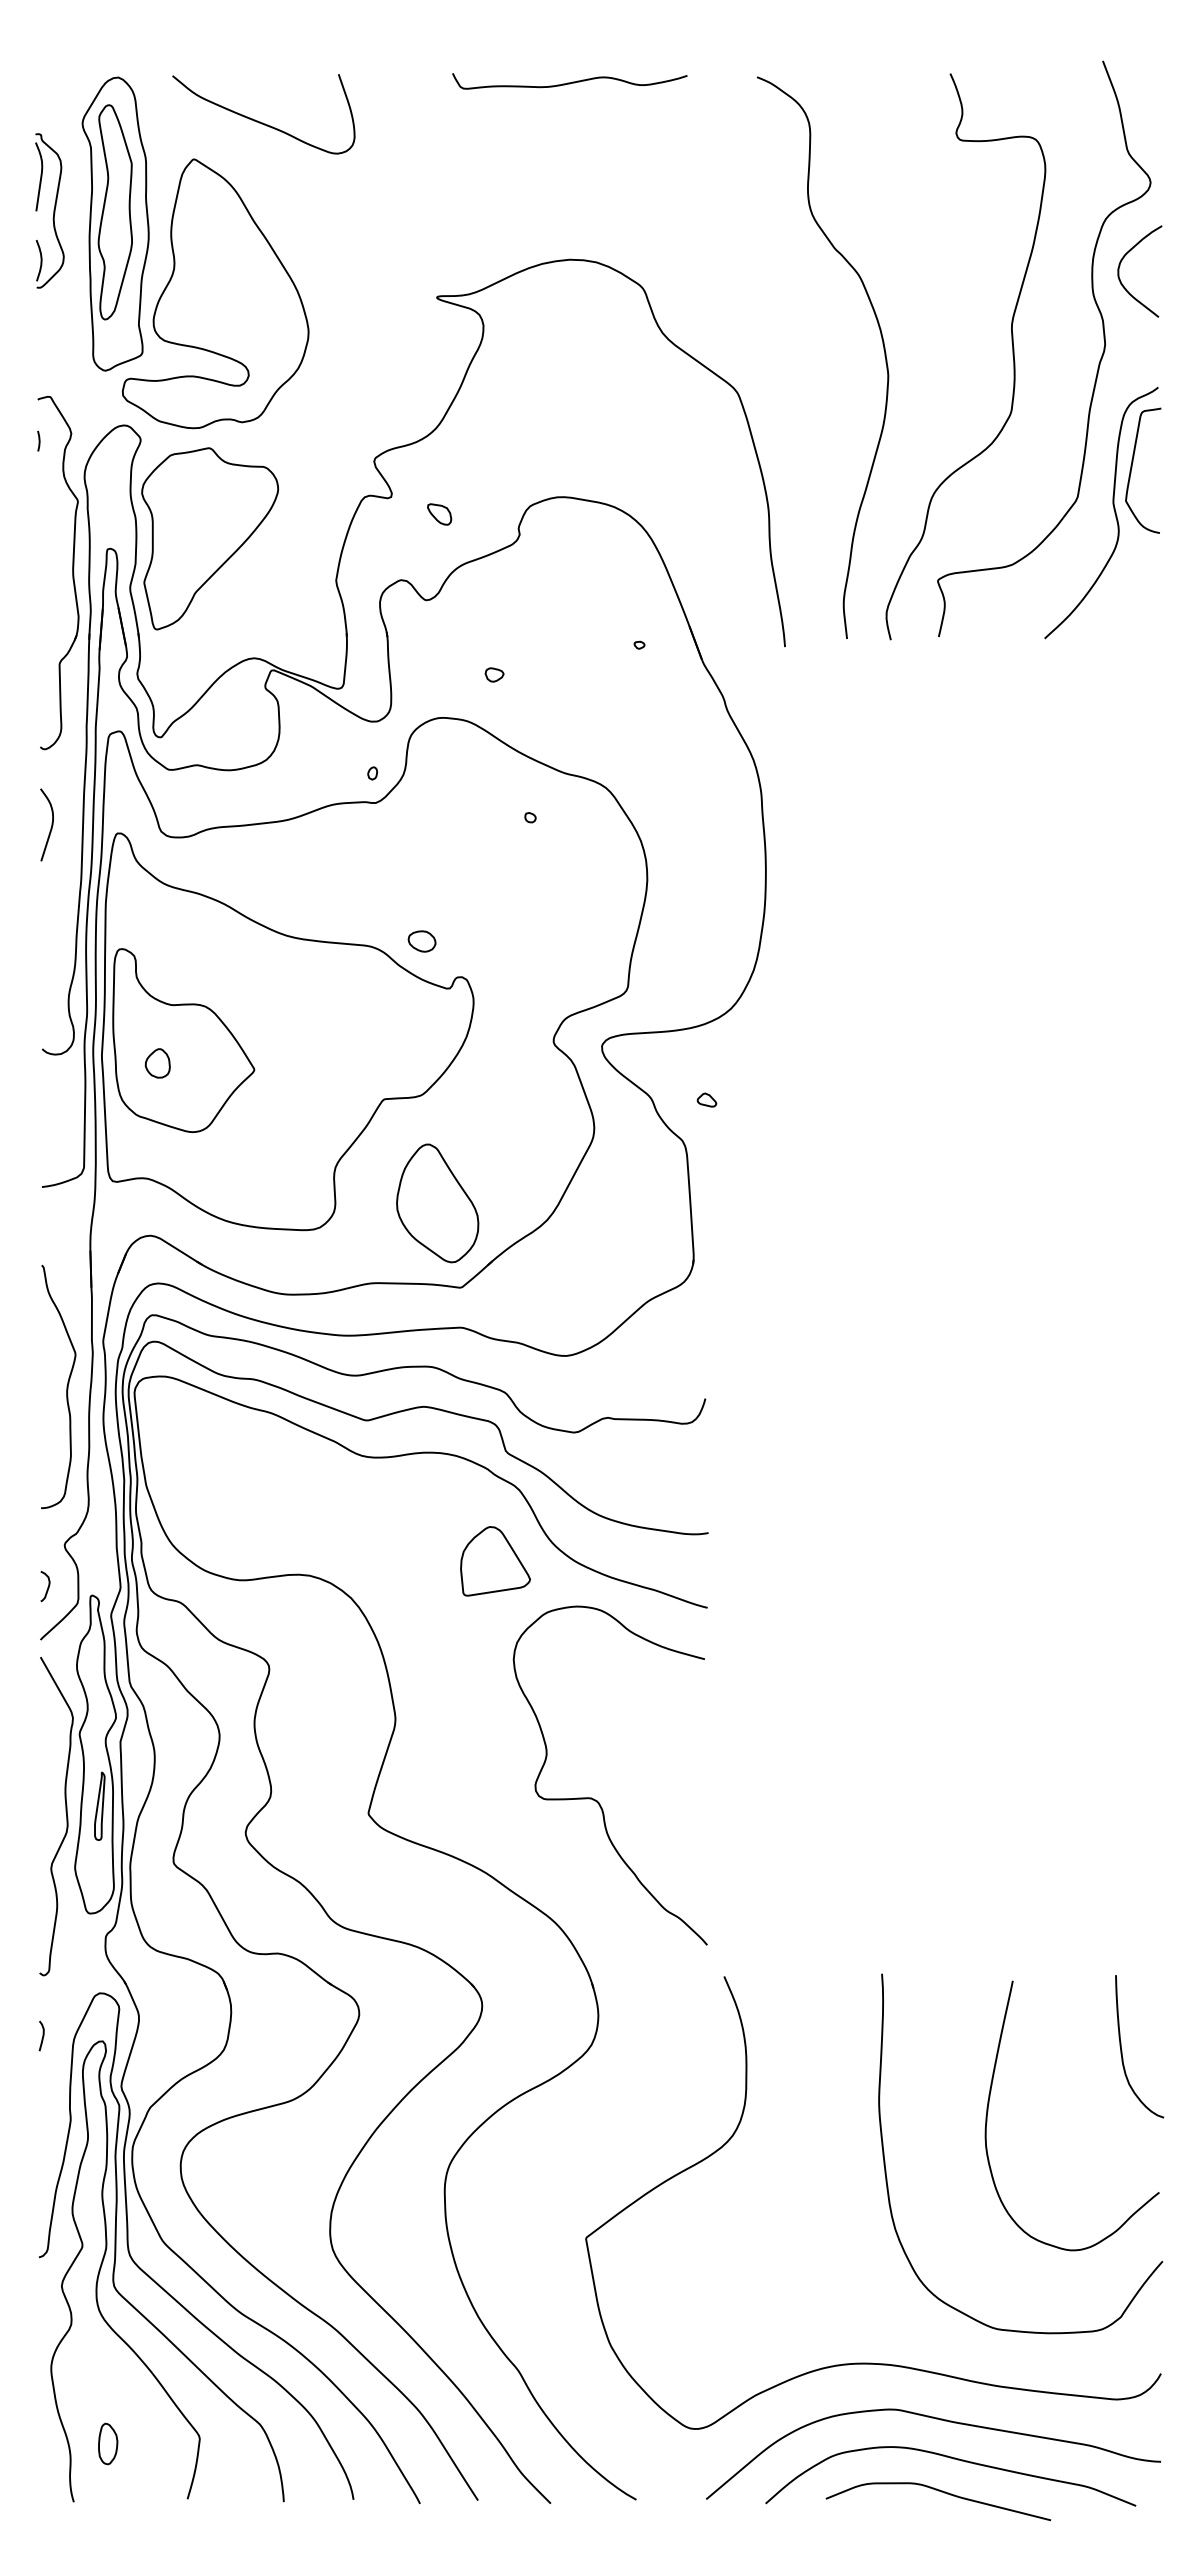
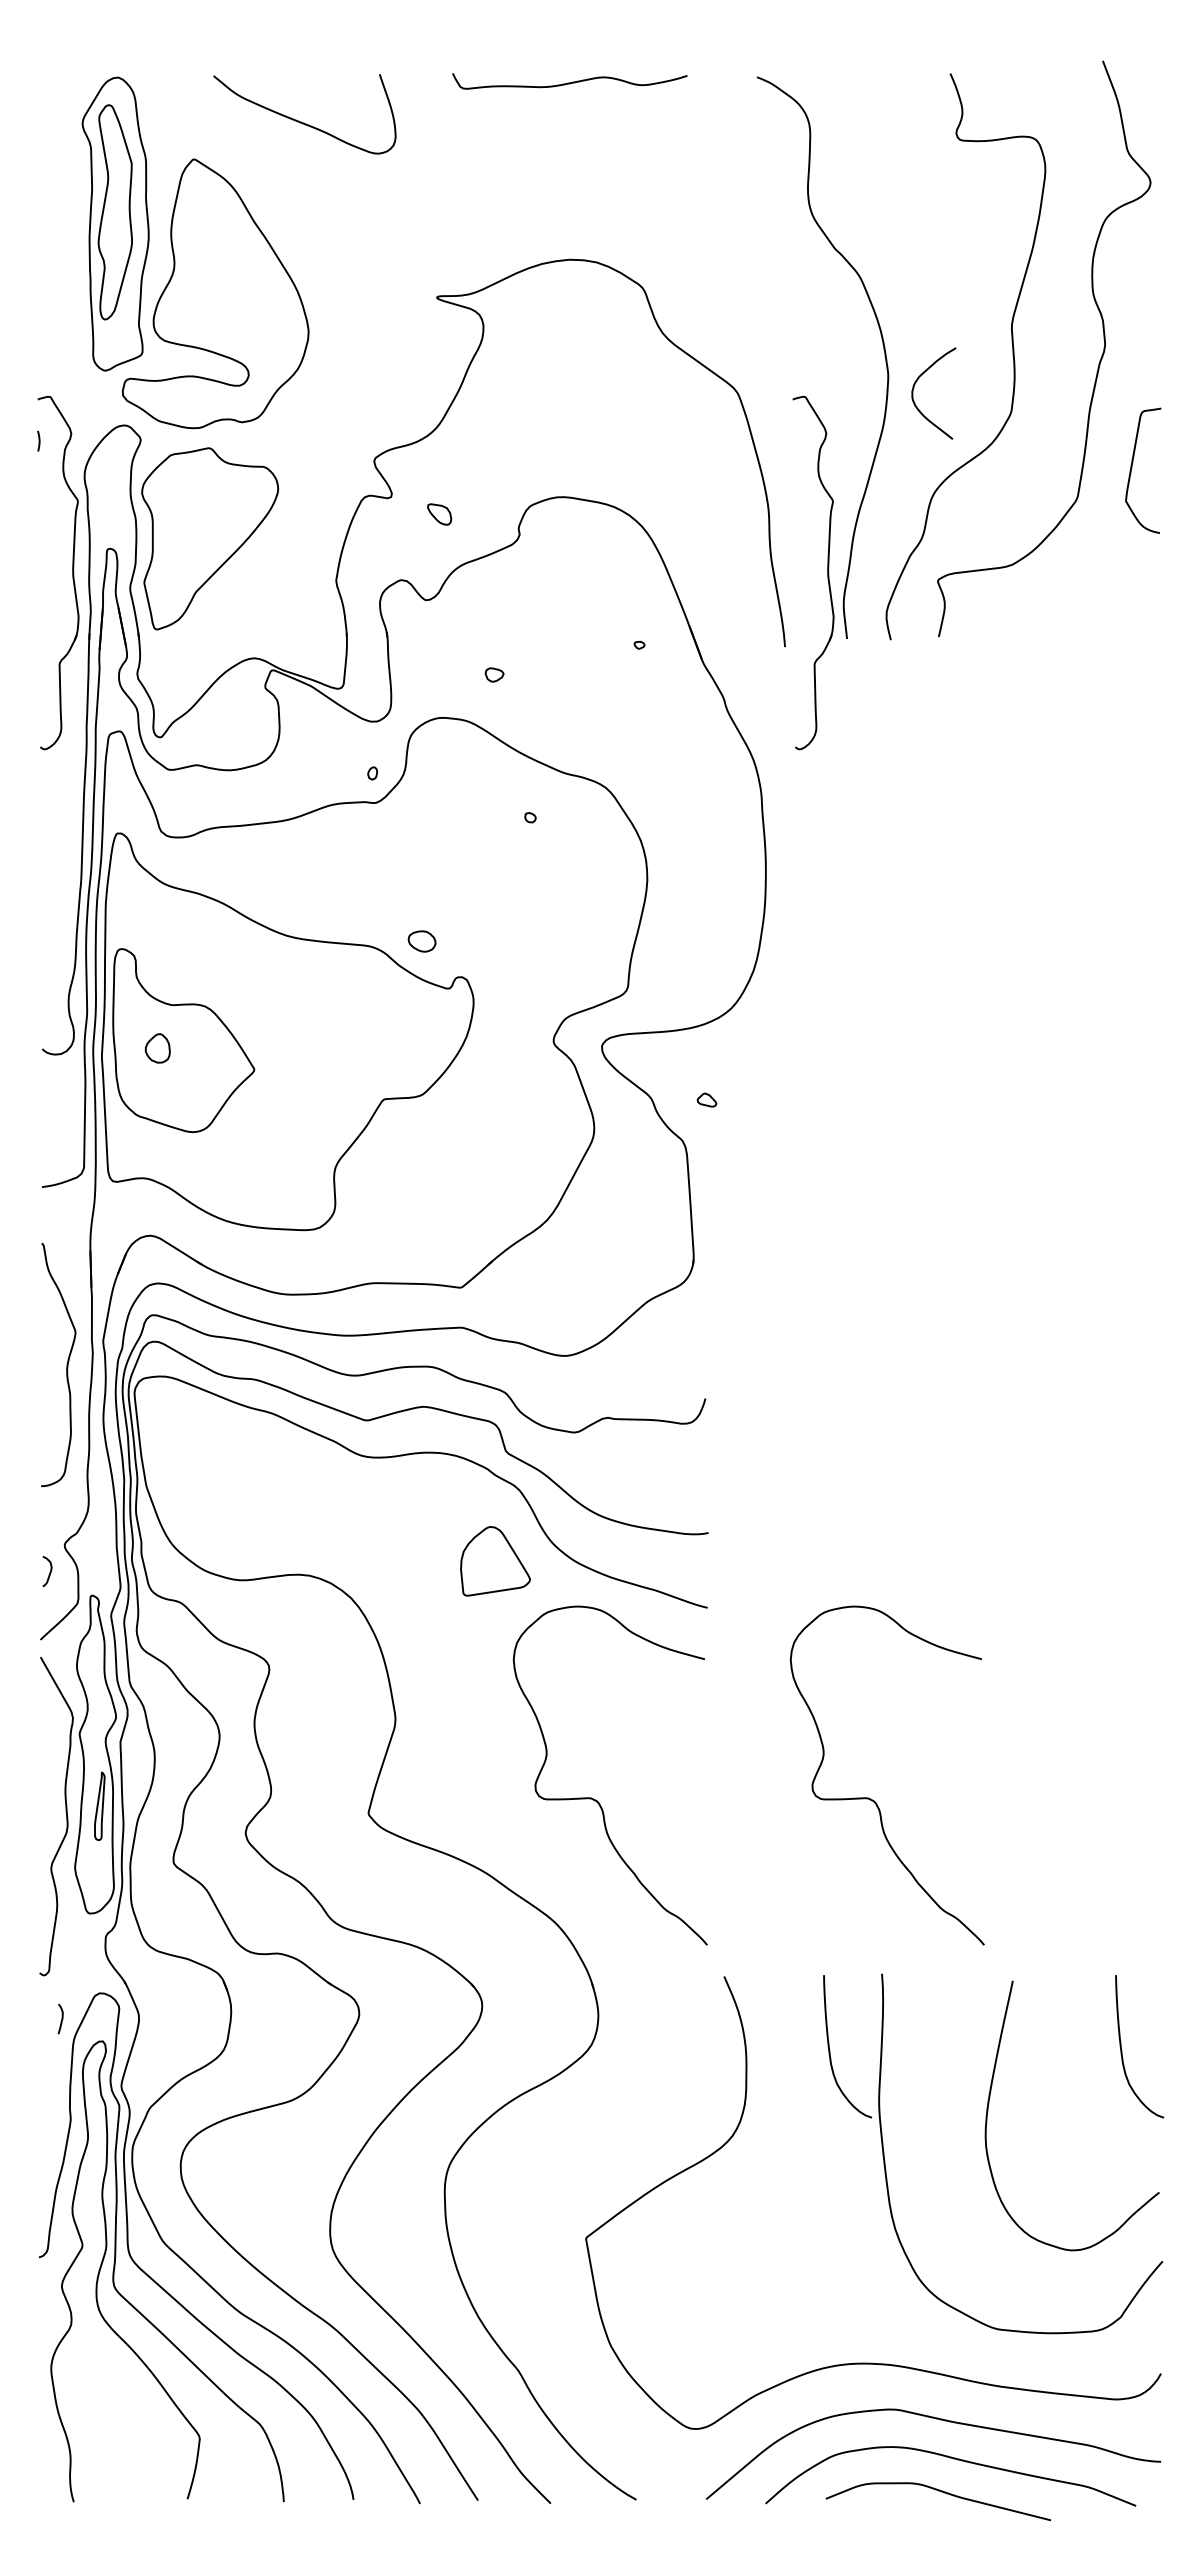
curve at (260, 121) position: (260, 121) -> (301, 121)
part at (49, 210): present -> none
curve at (1120, 266) position: (1120, 266) -> (914, 388)
curve at (1113, 509): present -> none
part at (827, 572): none -> present
curve at (51, 824): present -> none
part at (157, 1063) position: (157, 1063) -> (157, 1048)
part at (437, 1203): present -> none
curve at (66, 1386) position: (66, 1386) -> (66, 1364)
curve at (47, 1587) position: (47, 1587) -> (49, 1572)
curve at (874, 1800): none -> present
curve at (42, 2035) position: (42, 2035) -> (61, 2018)
curve at (830, 2050): none -> present
part at (108, 2443): present -> none
